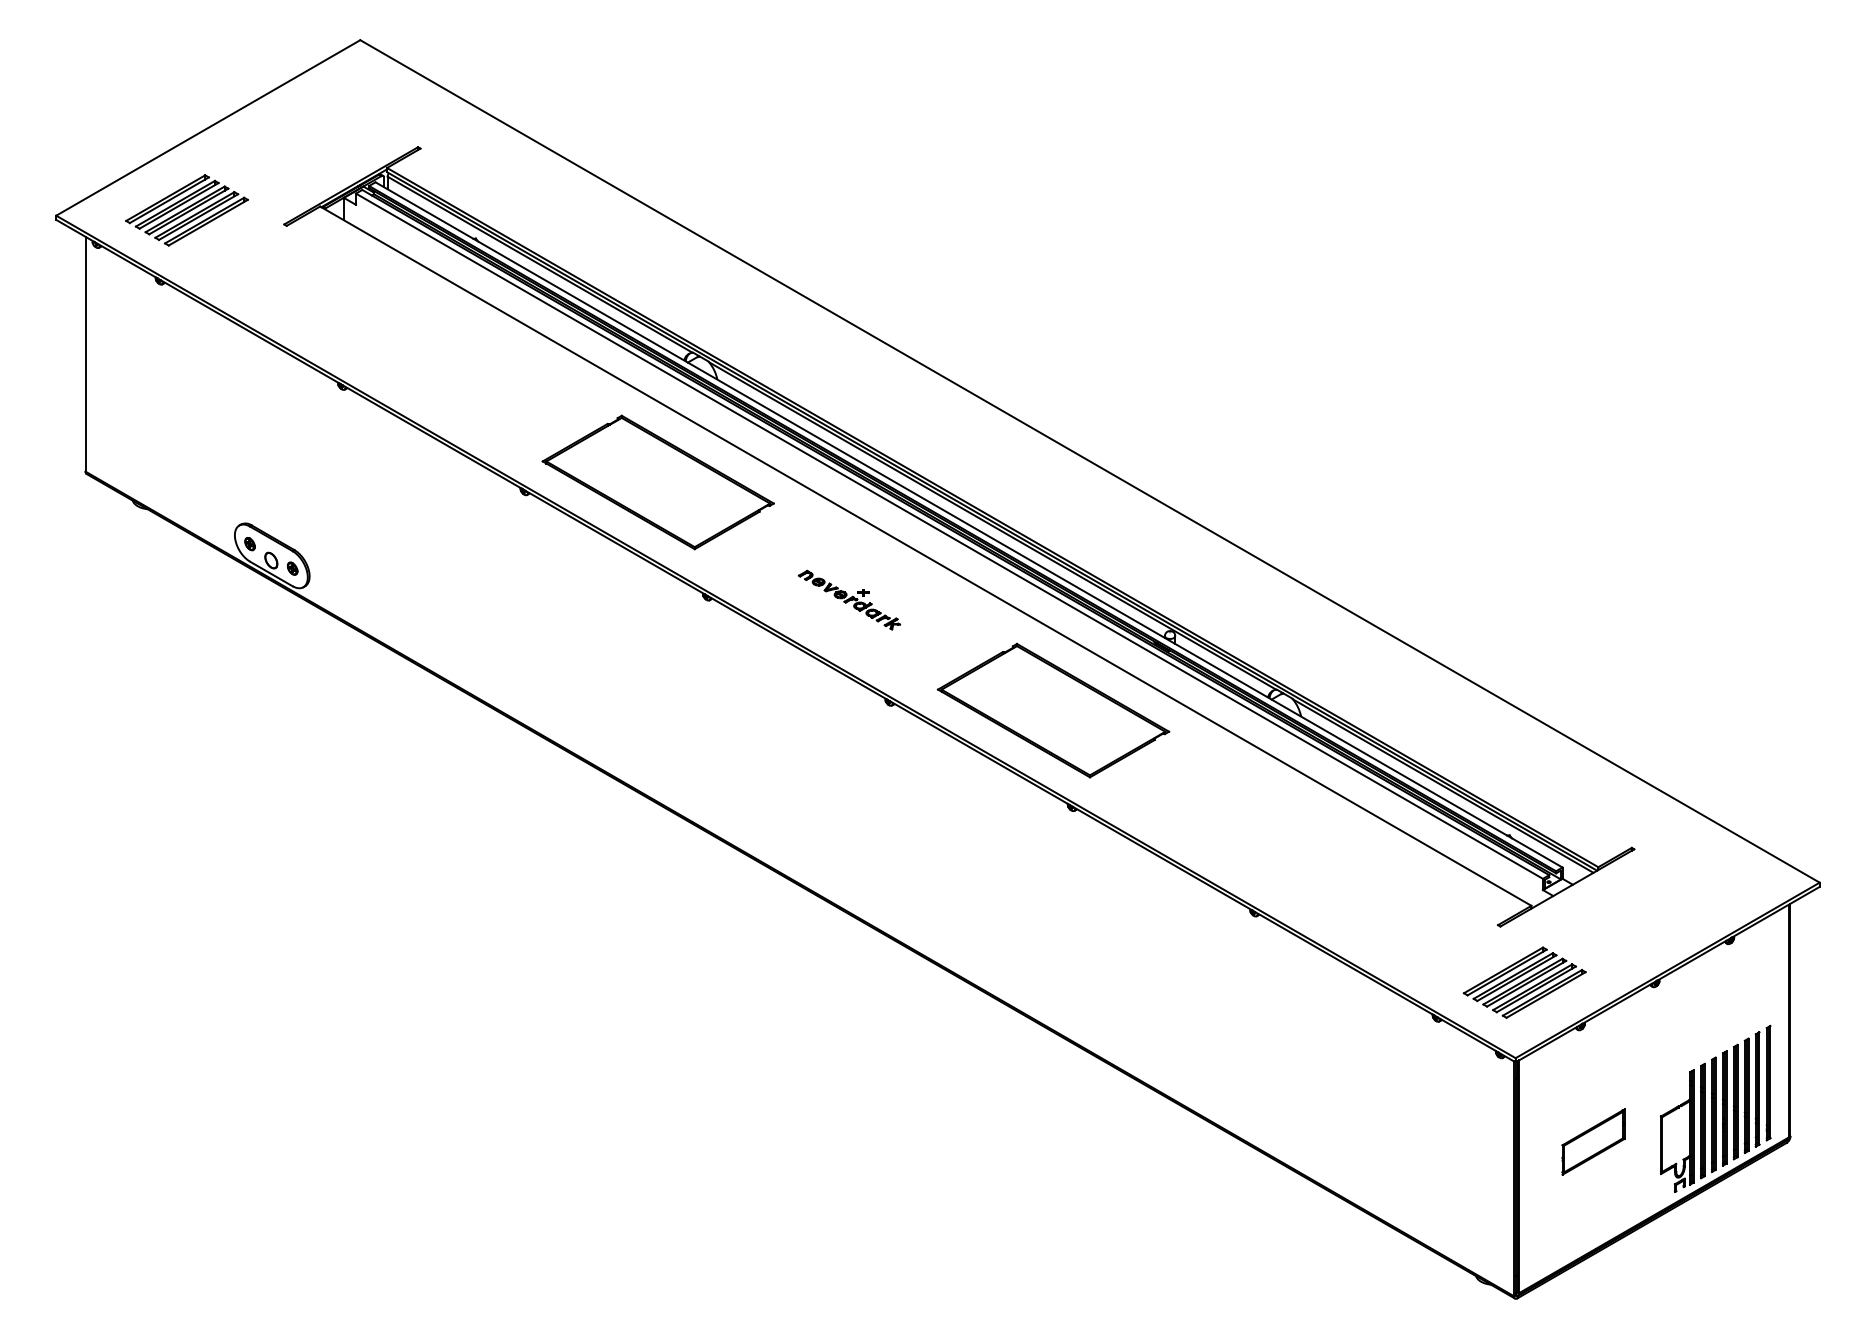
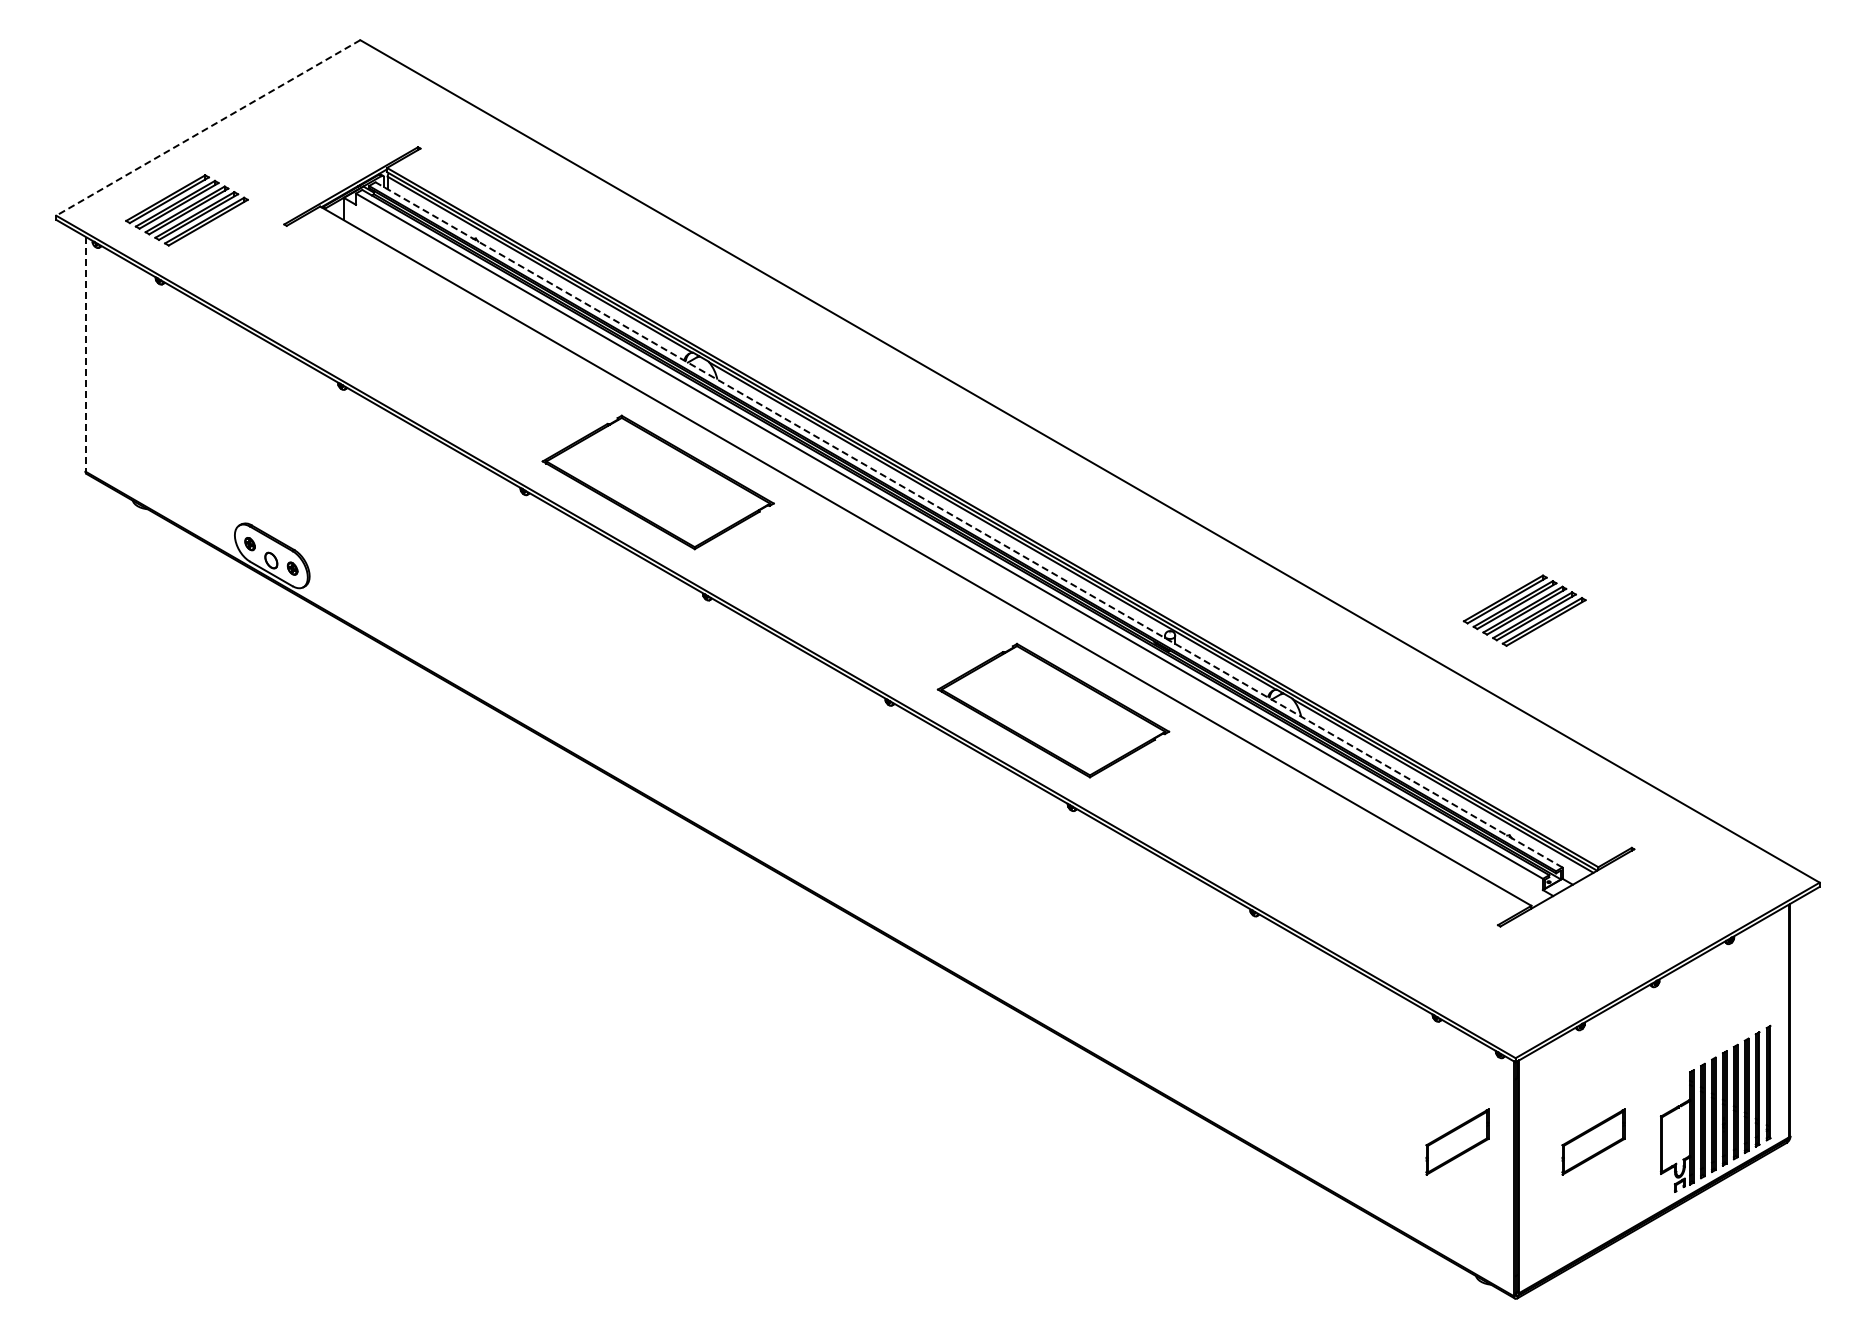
line at (208, 127): solid -> dashed
line at (85, 354): solid -> dashed
line at (968, 524): solid -> dashed
part at (849, 599): present -> none
part at (1524, 982) position: (1524, 982) -> (1524, 610)
part at (1457, 1141): none -> present
